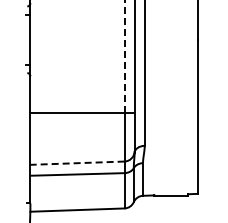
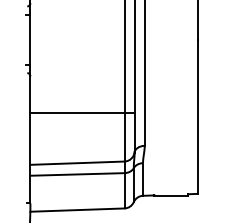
line at (124, 56): dashed -> solid
line at (77, 163): dashed -> solid
